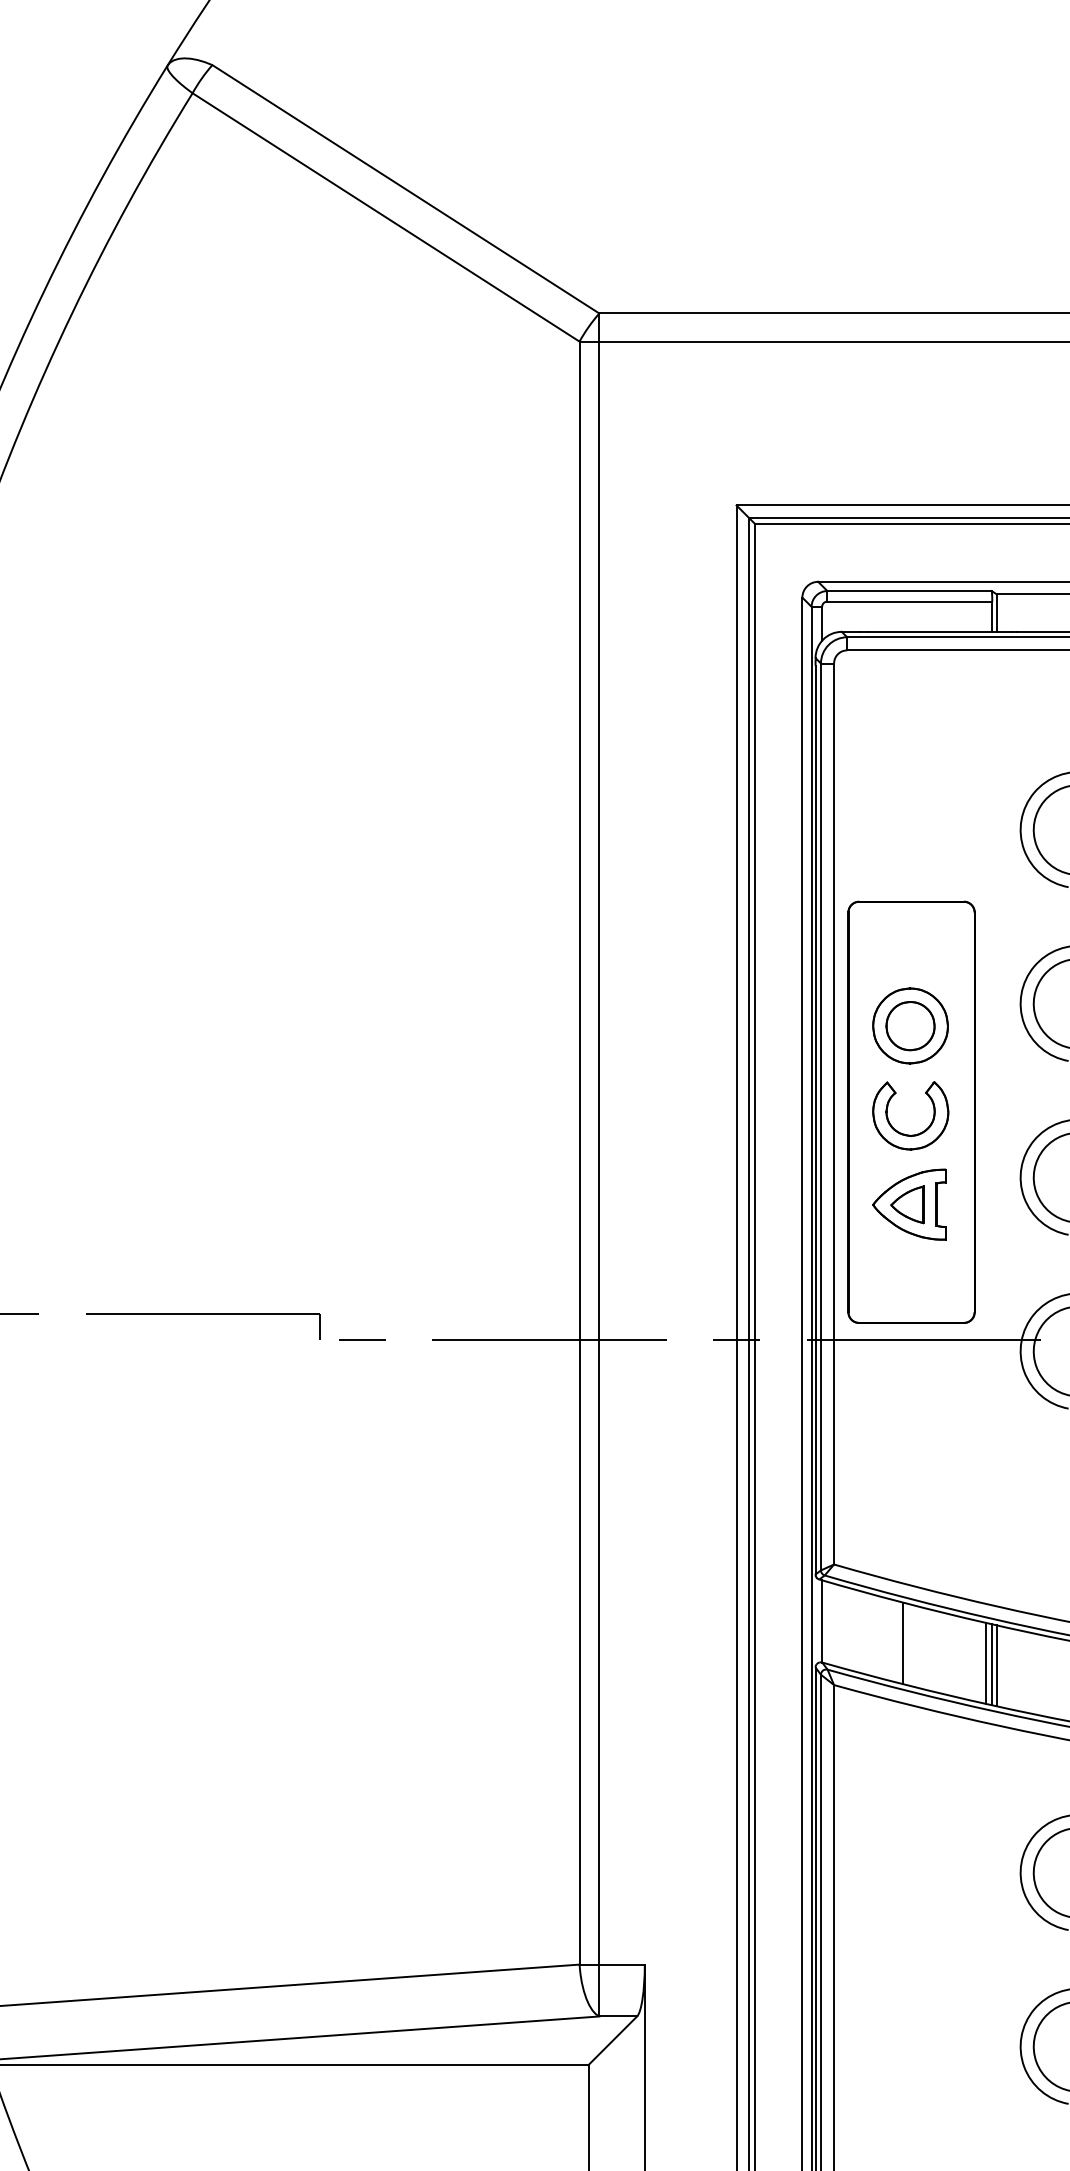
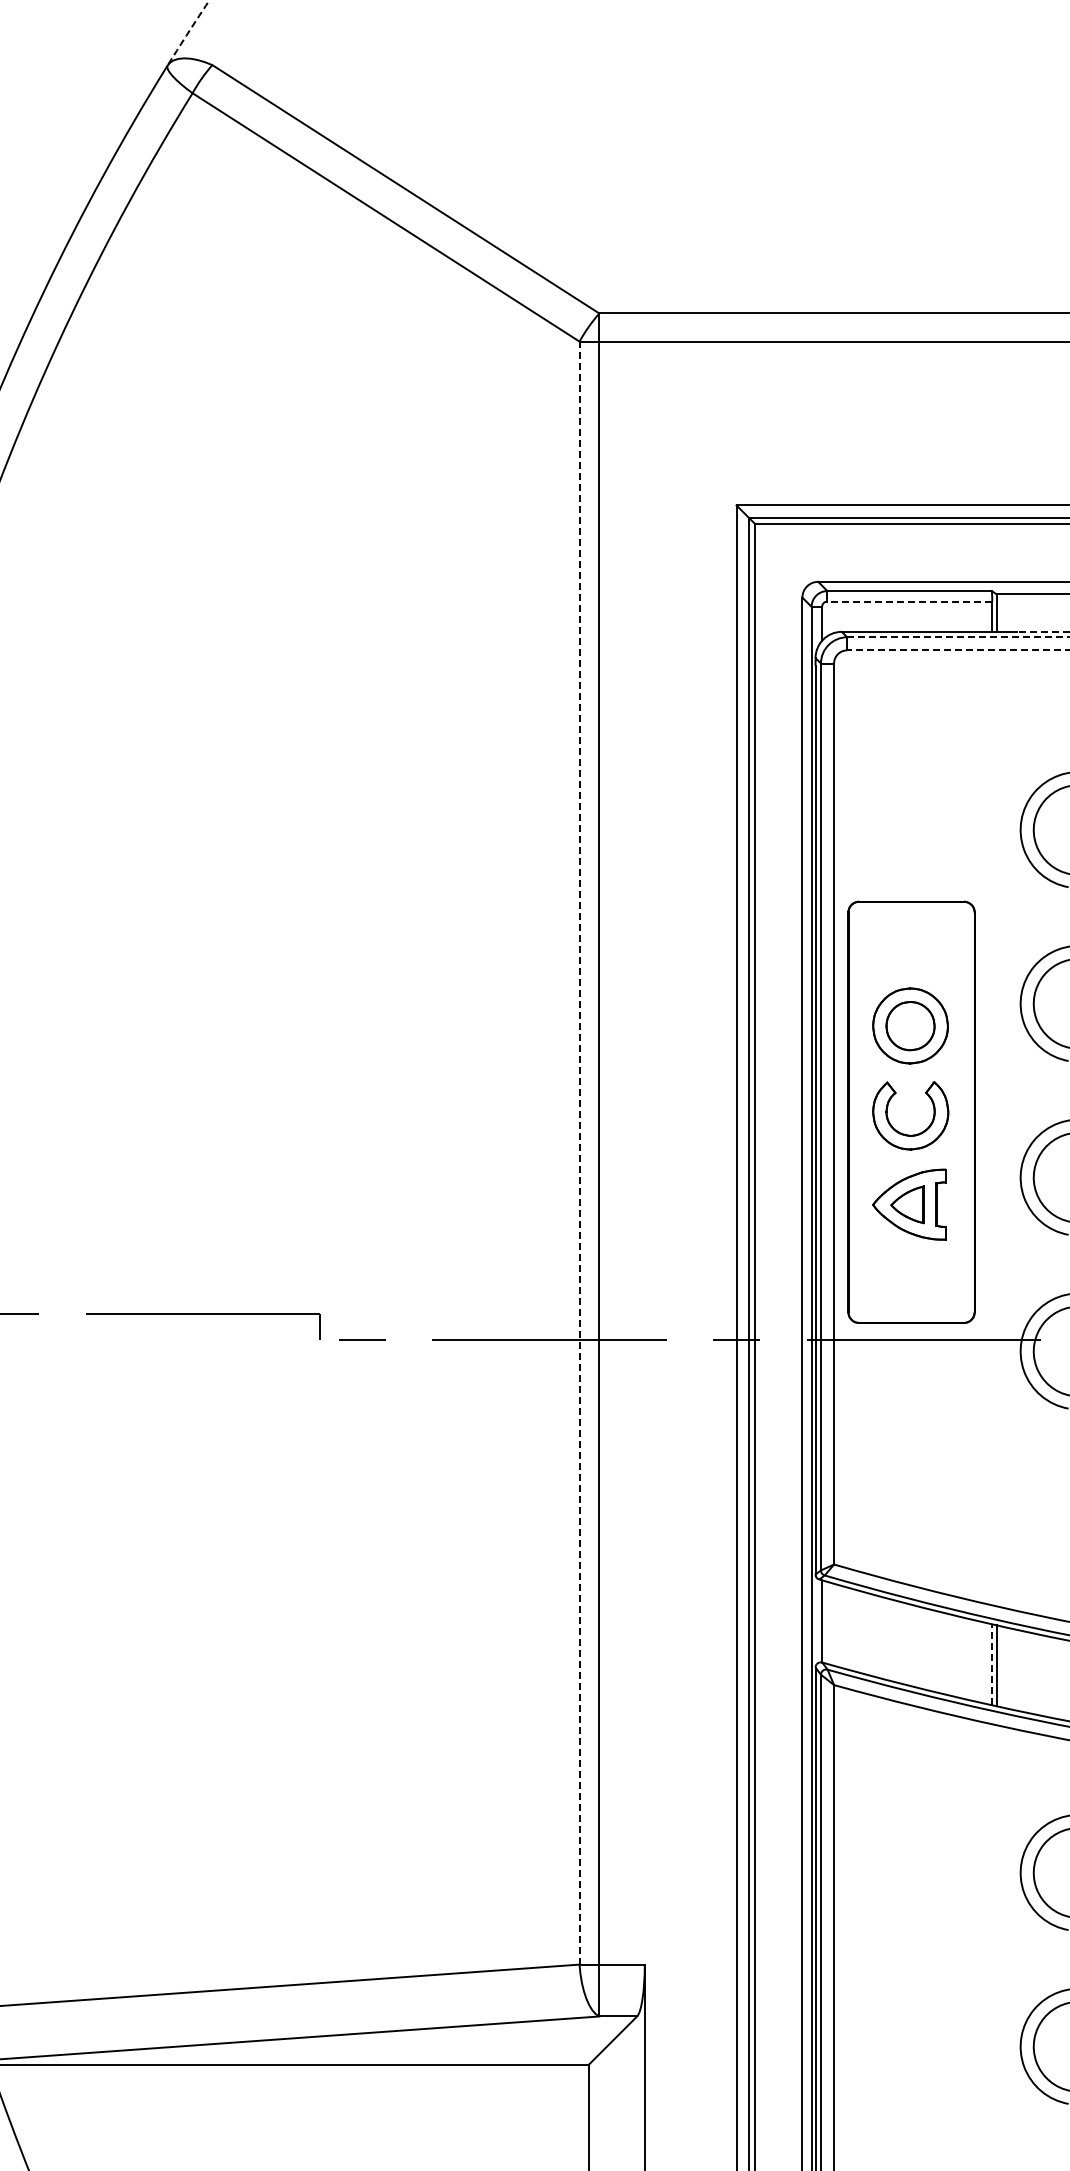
arc at (188, 33): solid -> dashed
line at (909, 601): solid -> dashed
line at (1043, 631): solid -> dashed
line at (958, 637): solid -> dashed
line at (958, 650): solid -> dashed
line at (579, 1152): solid -> dashed
line at (903, 1643): present -> none
line at (986, 1662): present -> none
line at (992, 1664): solid -> dashed
